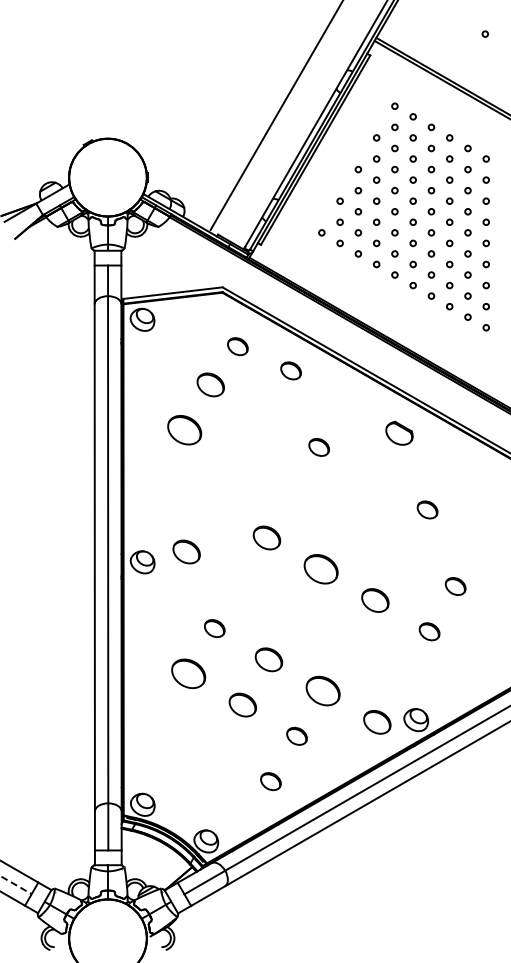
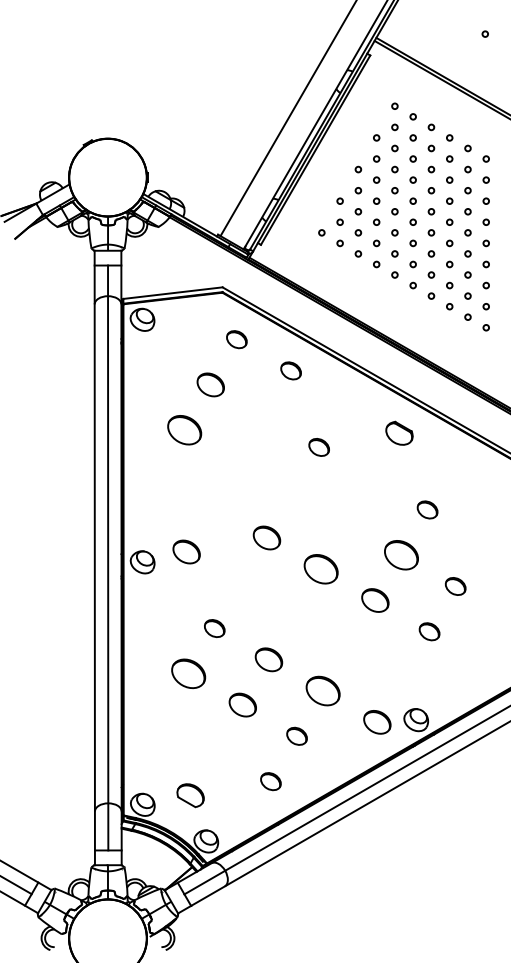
line at (276, 116) position: (276, 116) -> (287, 119)
part at (237, 346) position: (237, 346) -> (236, 339)
part at (401, 555): none -> present
part at (190, 795): none -> present
line at (16, 885): dashed -> solid
